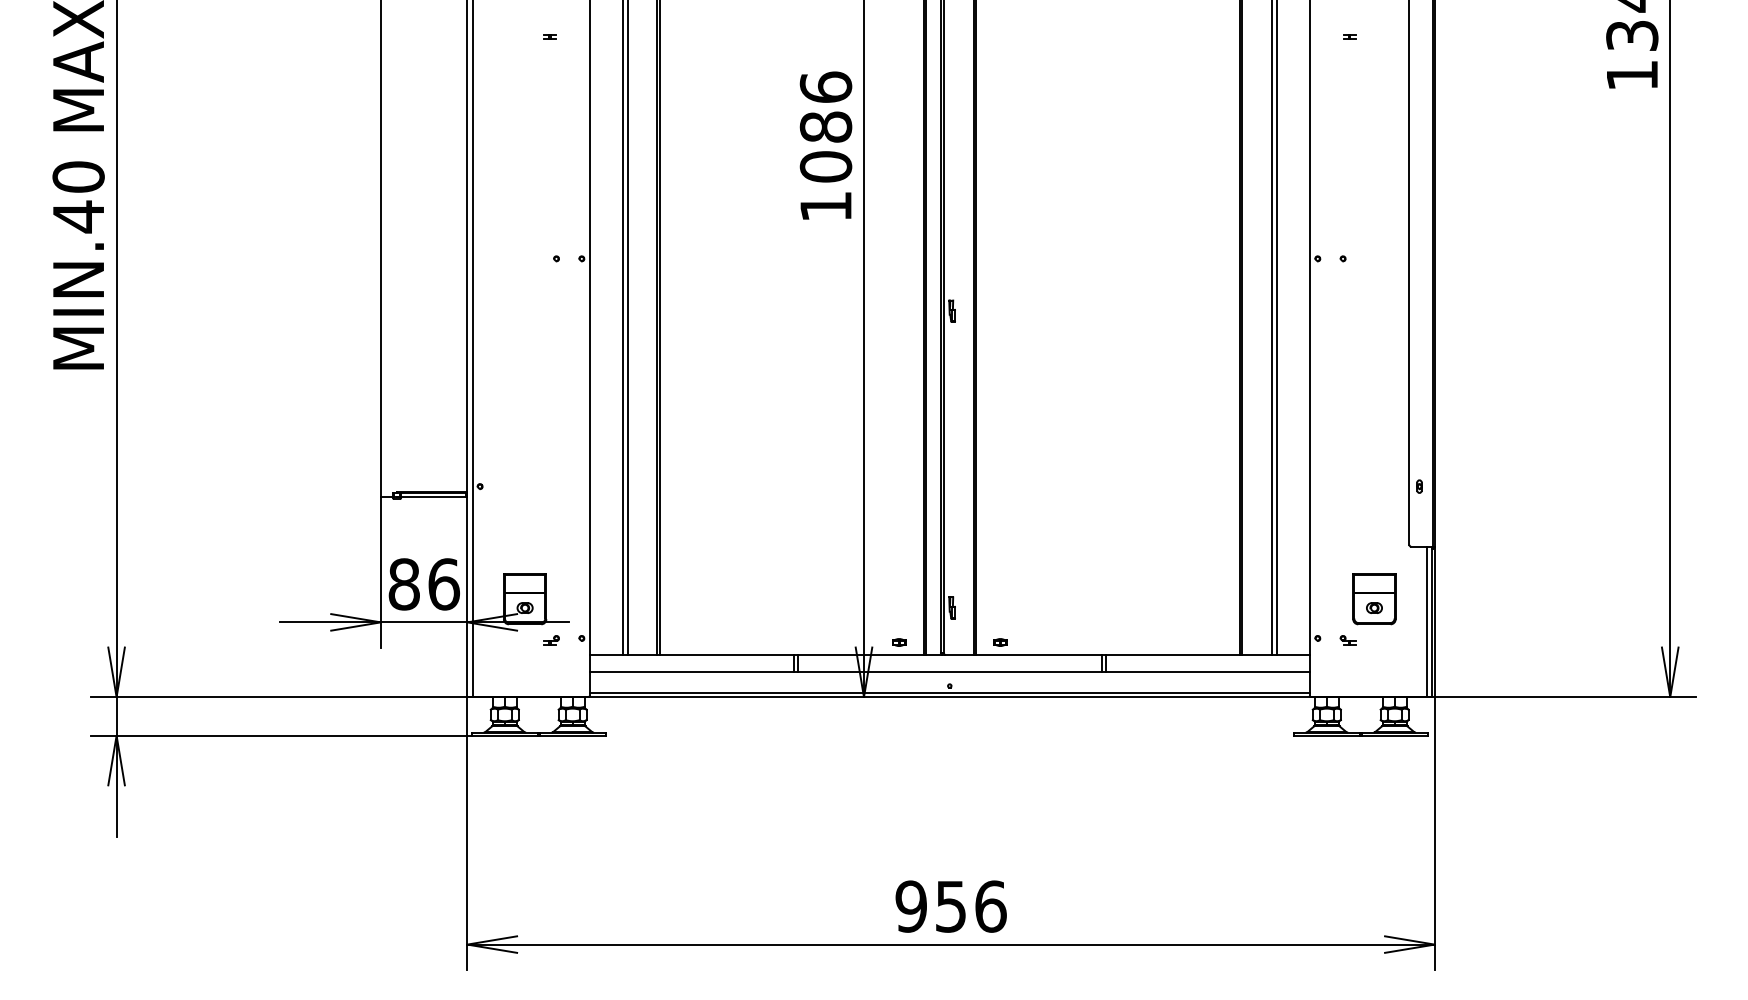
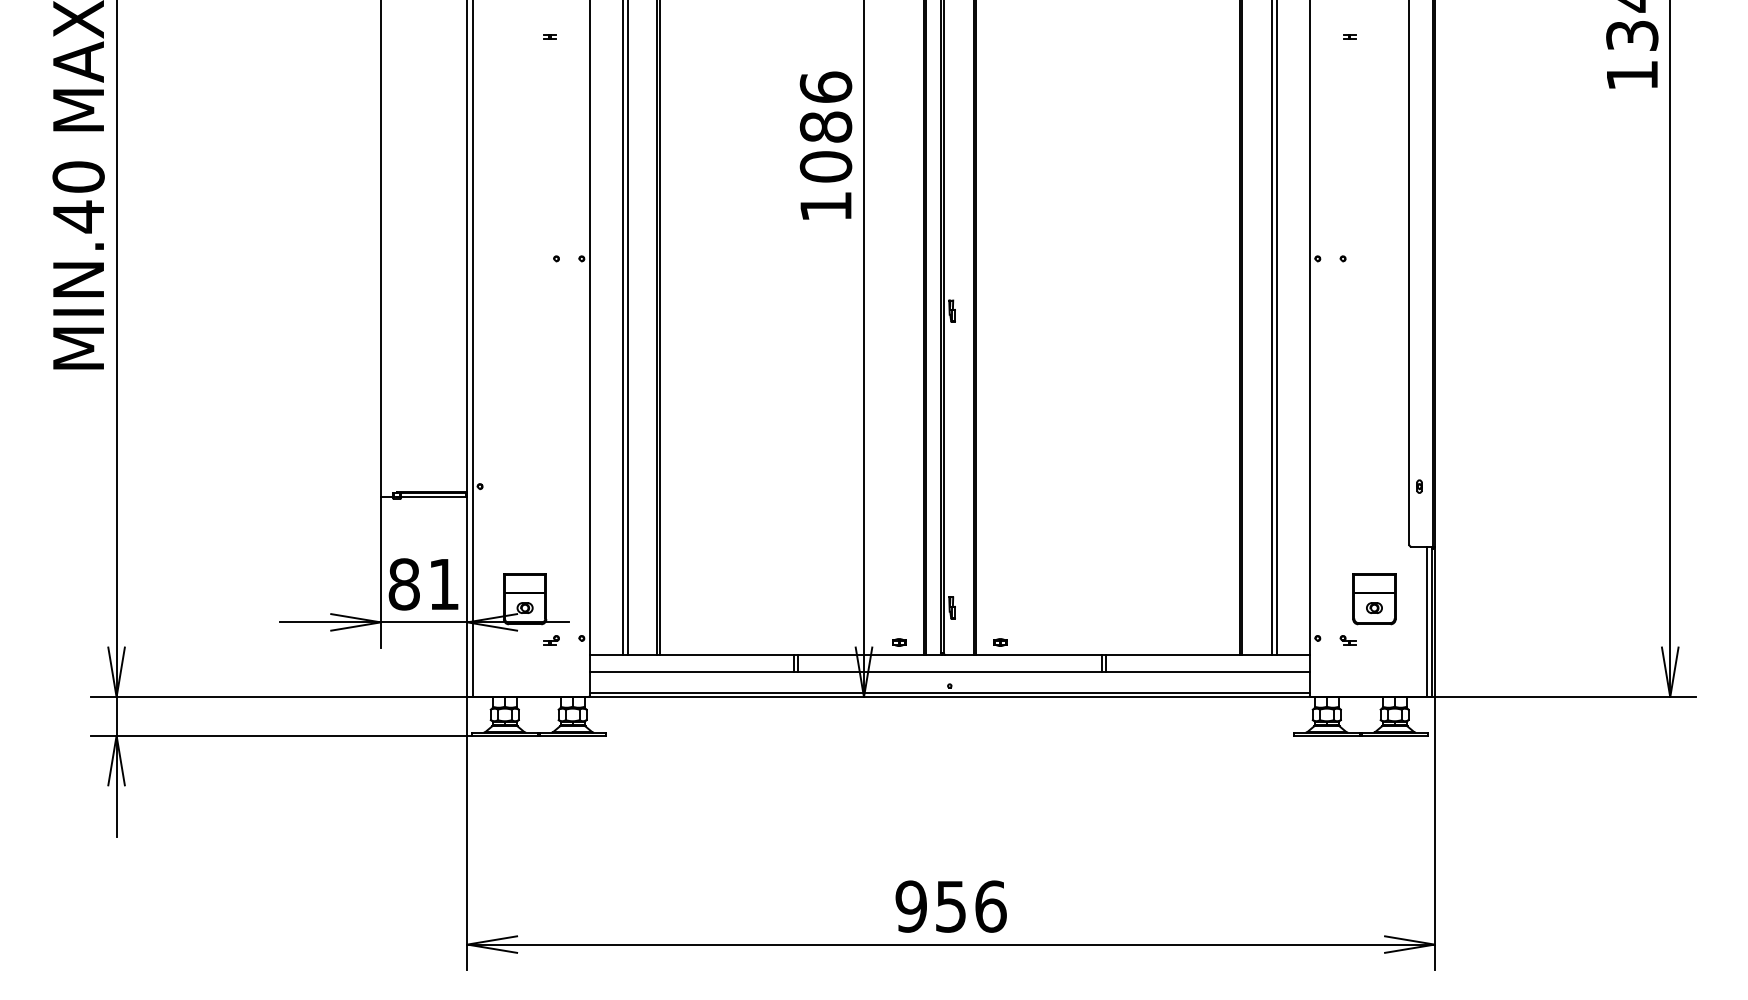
text at (444, 584): 86 -> 81
